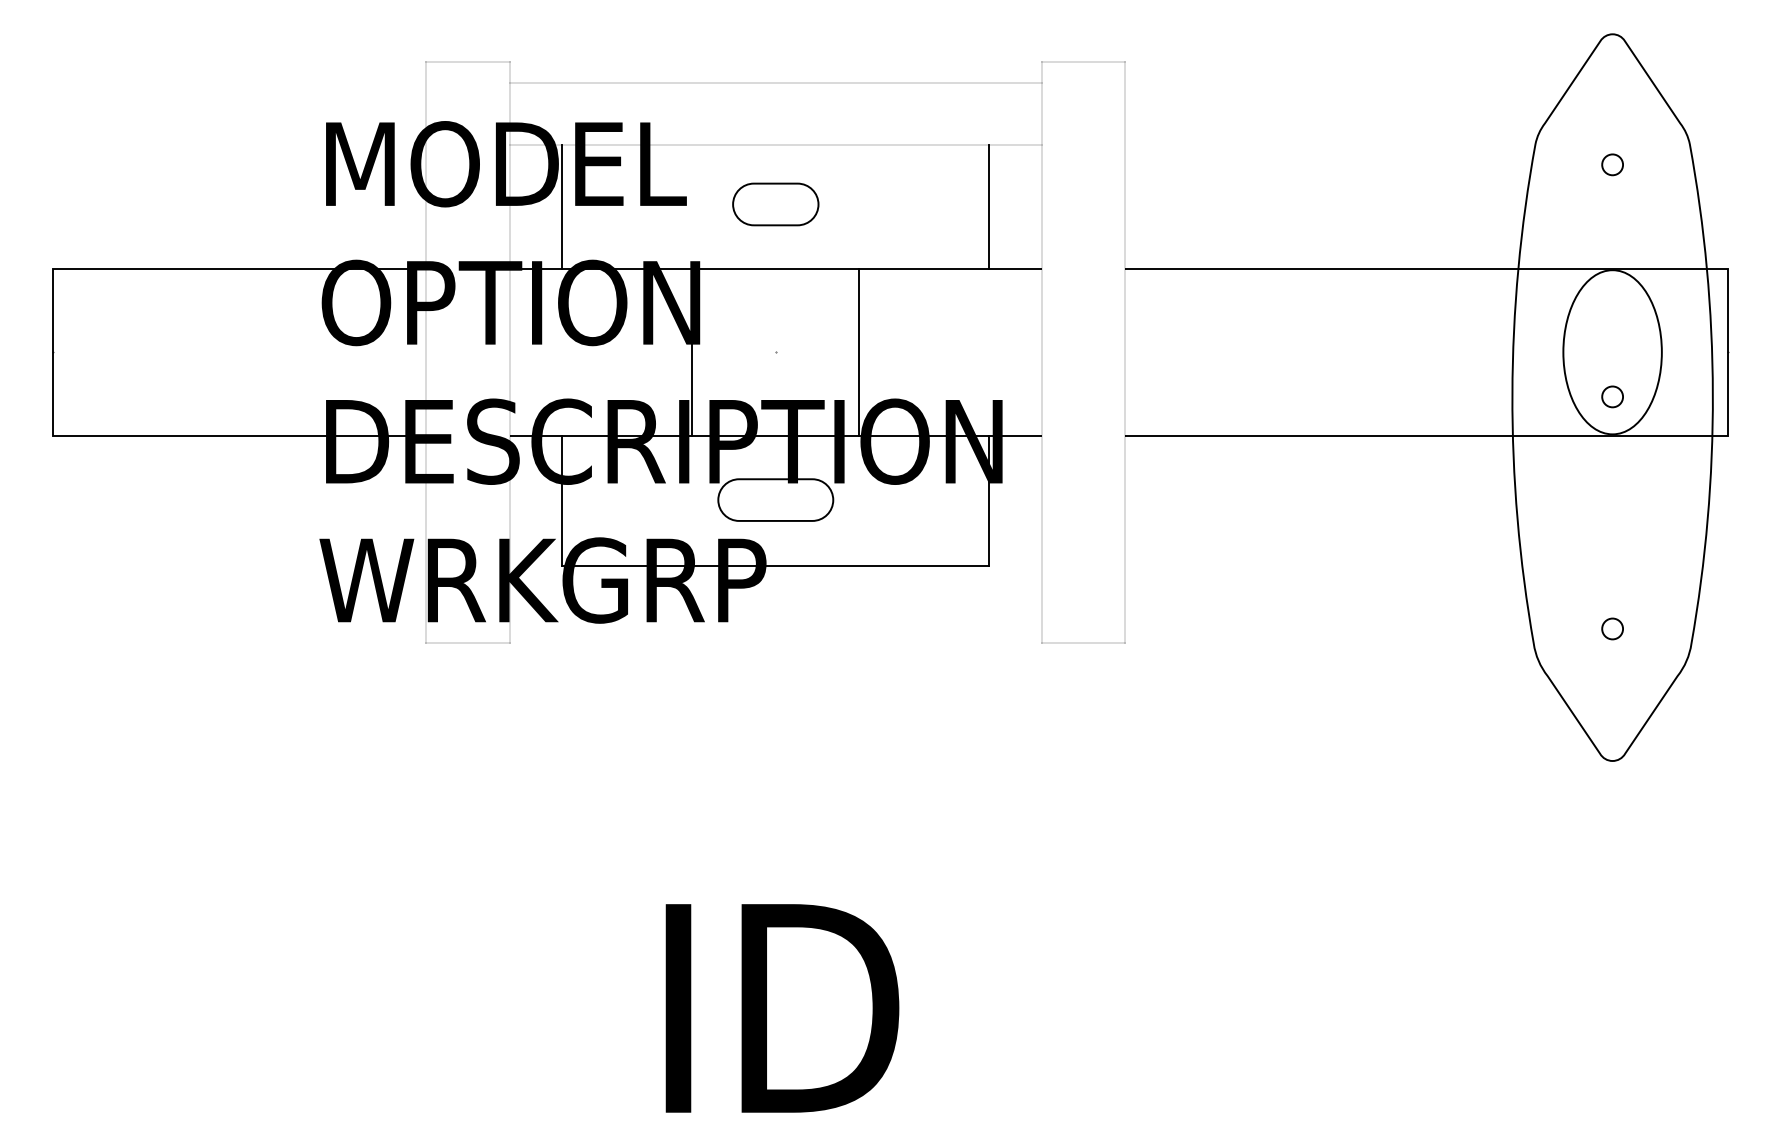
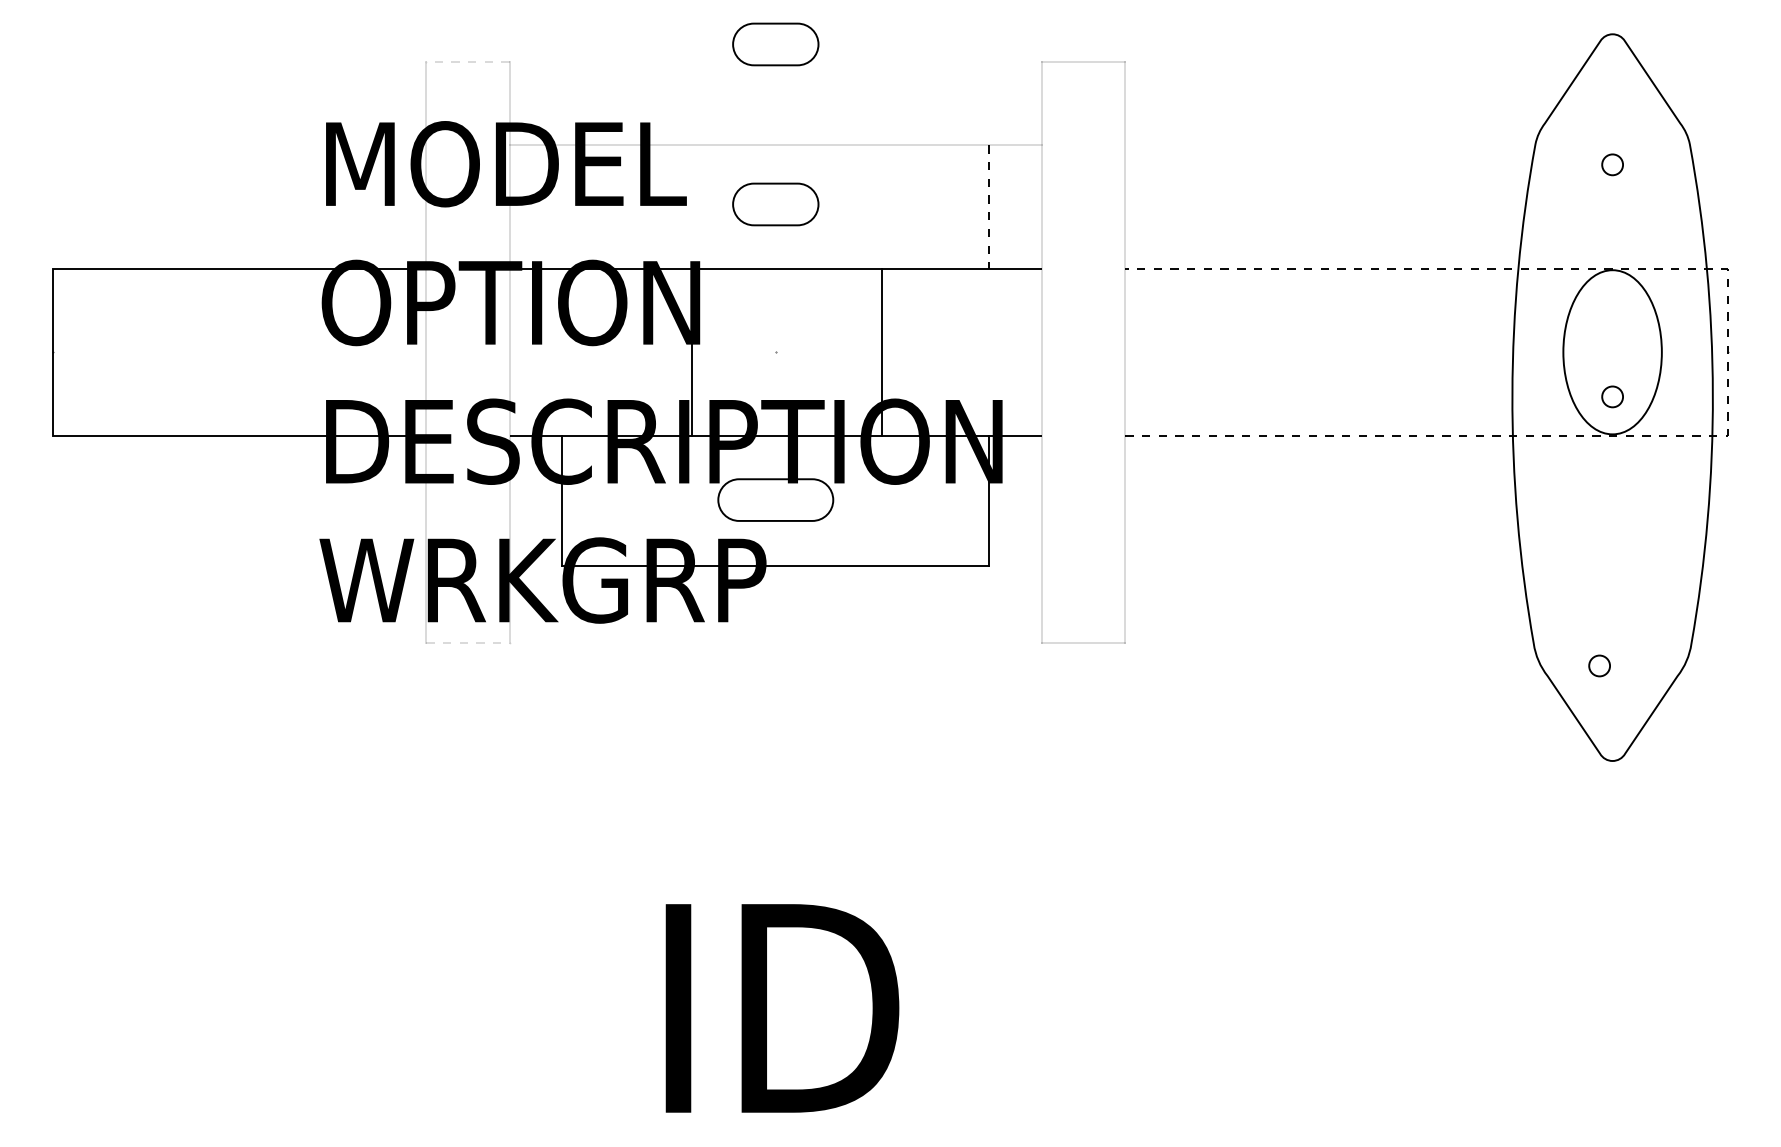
part at (775, 44): none -> present
line at (468, 62): solid -> dashed
line at (775, 82): present -> none
line at (562, 206): present -> none
line at (989, 207): solid -> dashed
line at (859, 351) position: (859, 351) -> (882, 351)
line at (1727, 351): solid -> dashed
part at (1612, 628) position: (1612, 628) -> (1599, 665)
line at (468, 642): solid -> dashed
